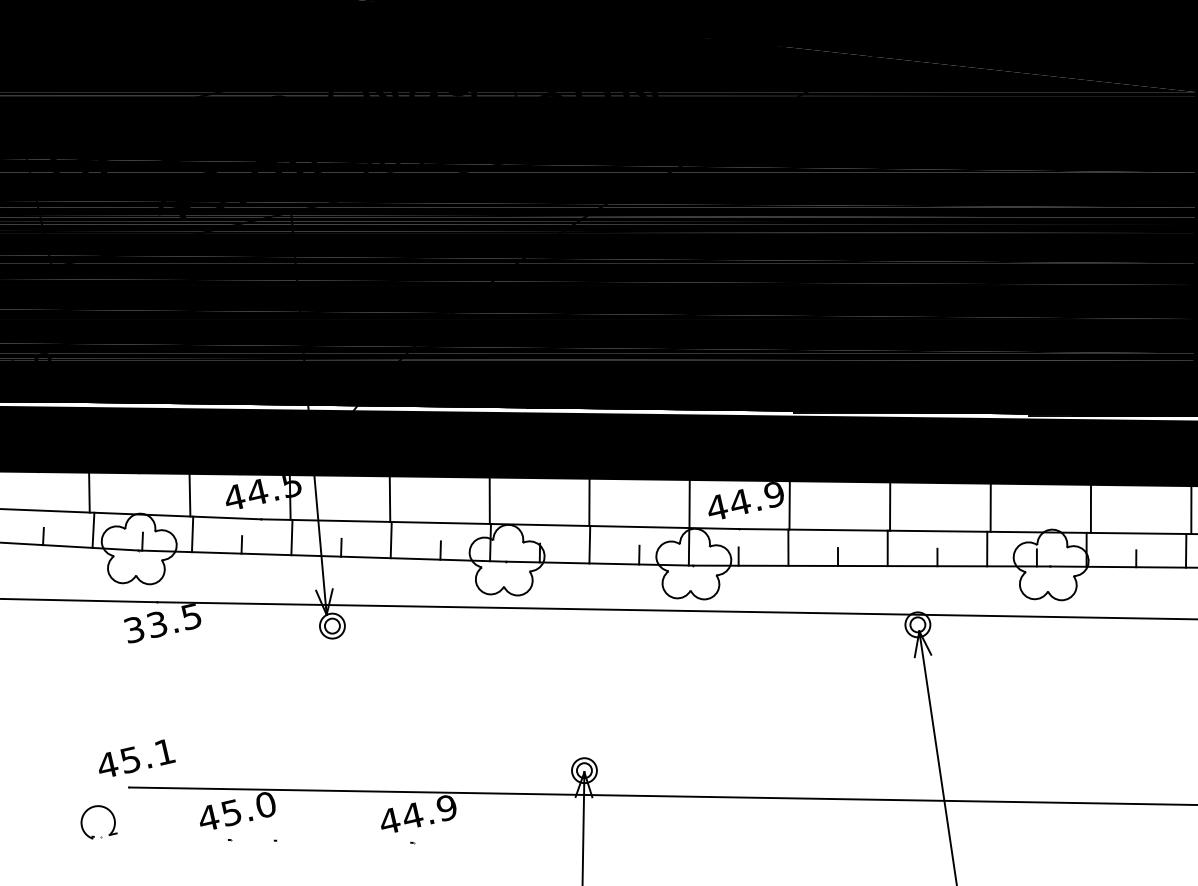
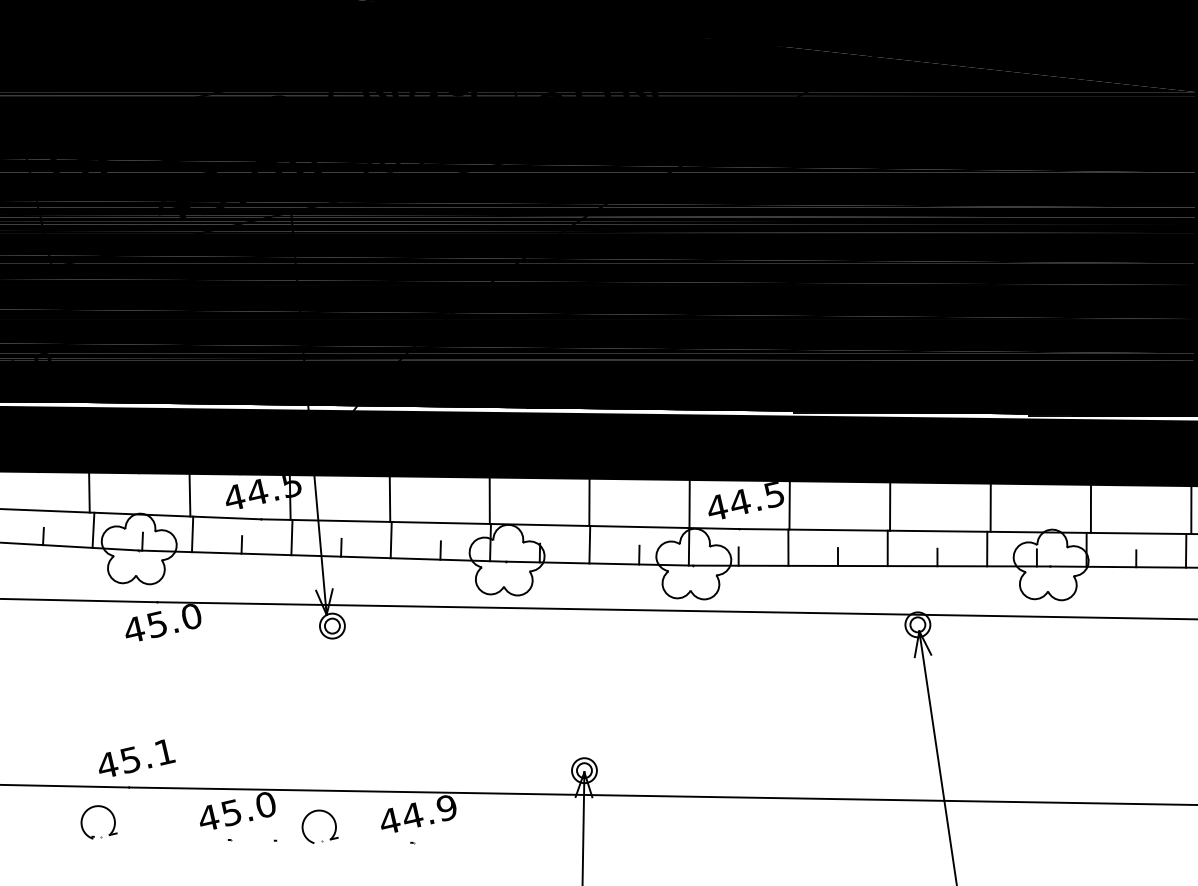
text at (774, 495): 44.9 -> 44.5
text at (162, 623): 33.5 -> 45.0
line at (65, 785): none -> present
part at (322, 840): none -> present
